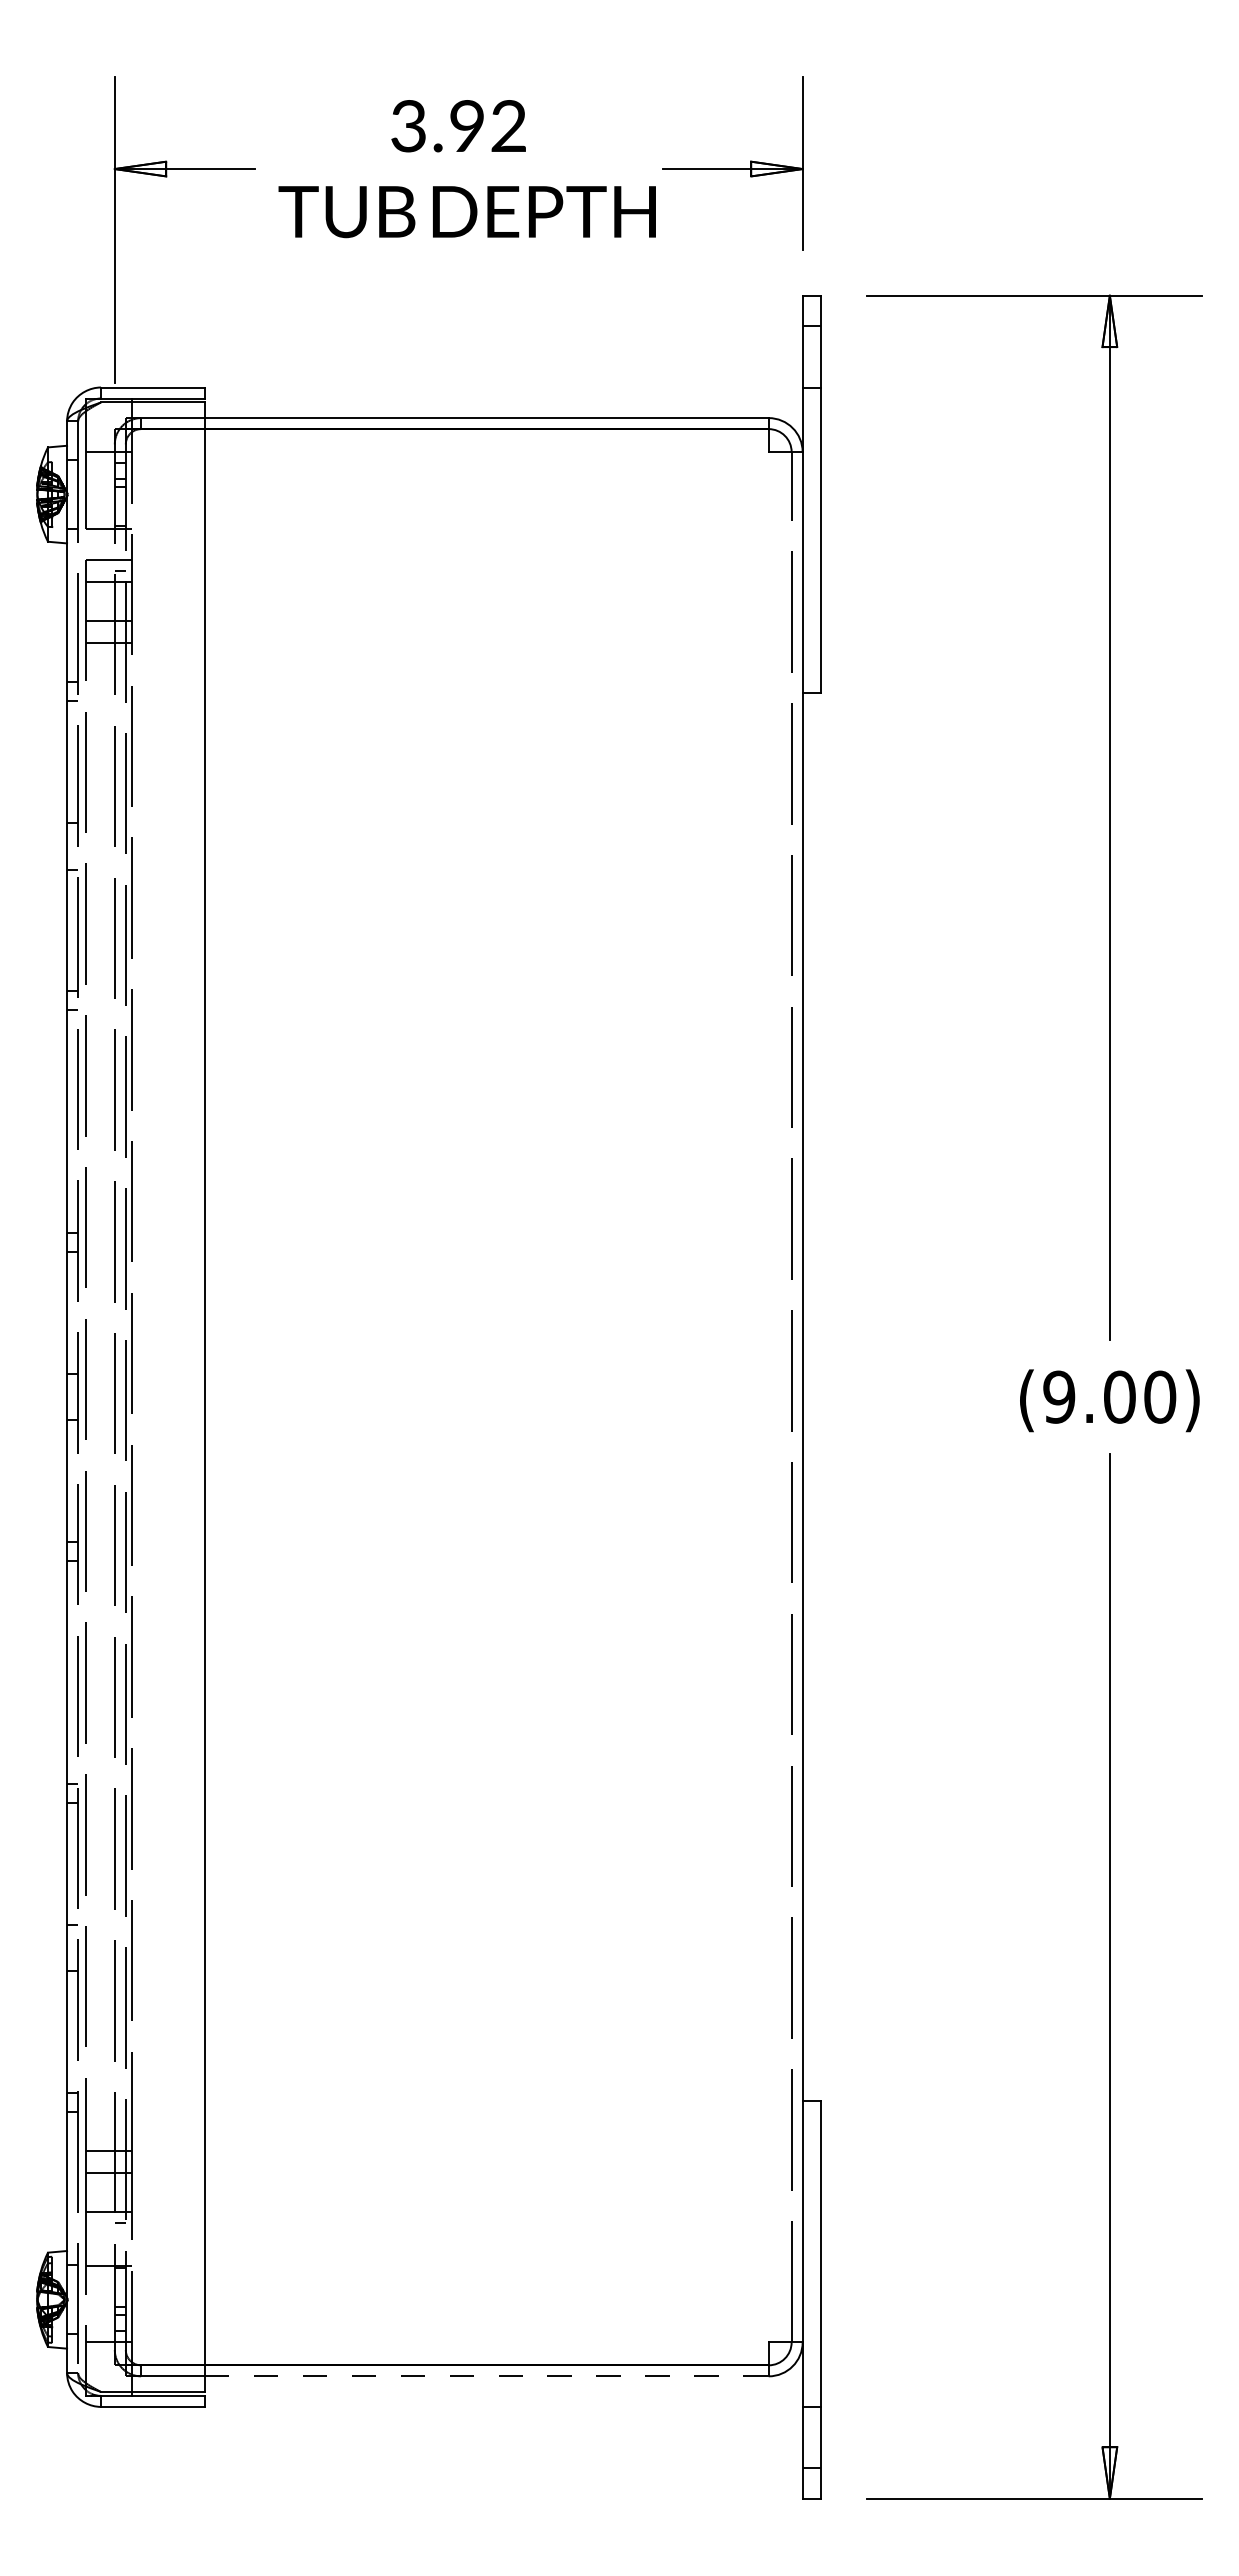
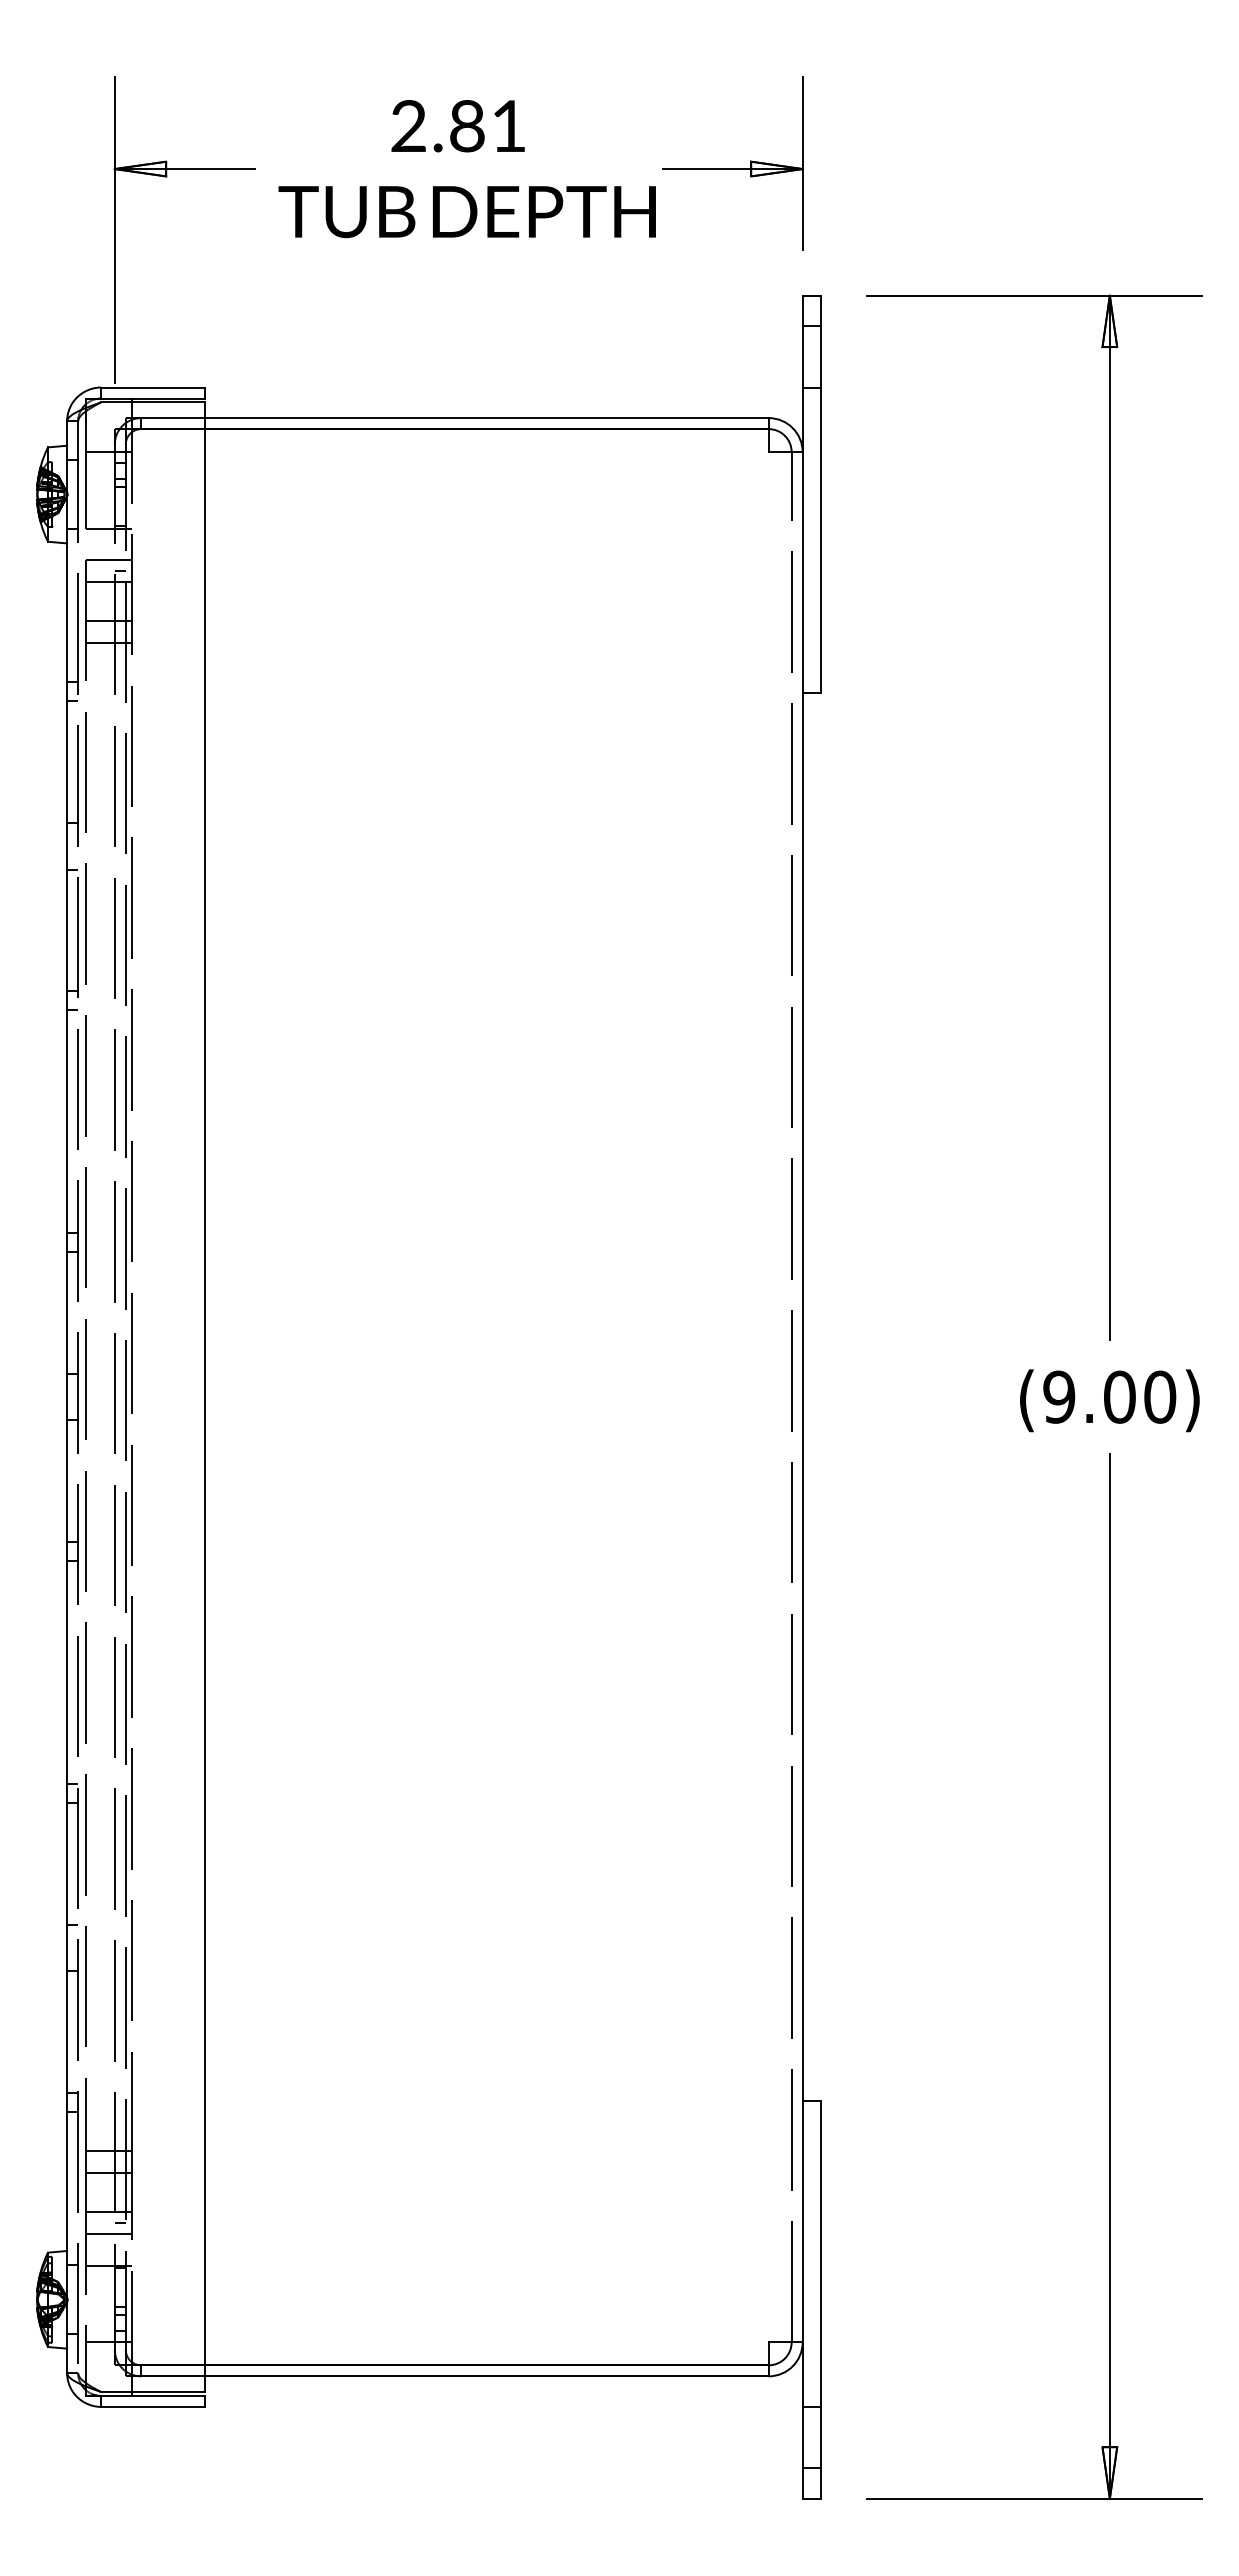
text at (458, 126): 3.92 -> 2.81
line at (108, 2234): none -> present
line at (486, 2376): dashed -> solid
